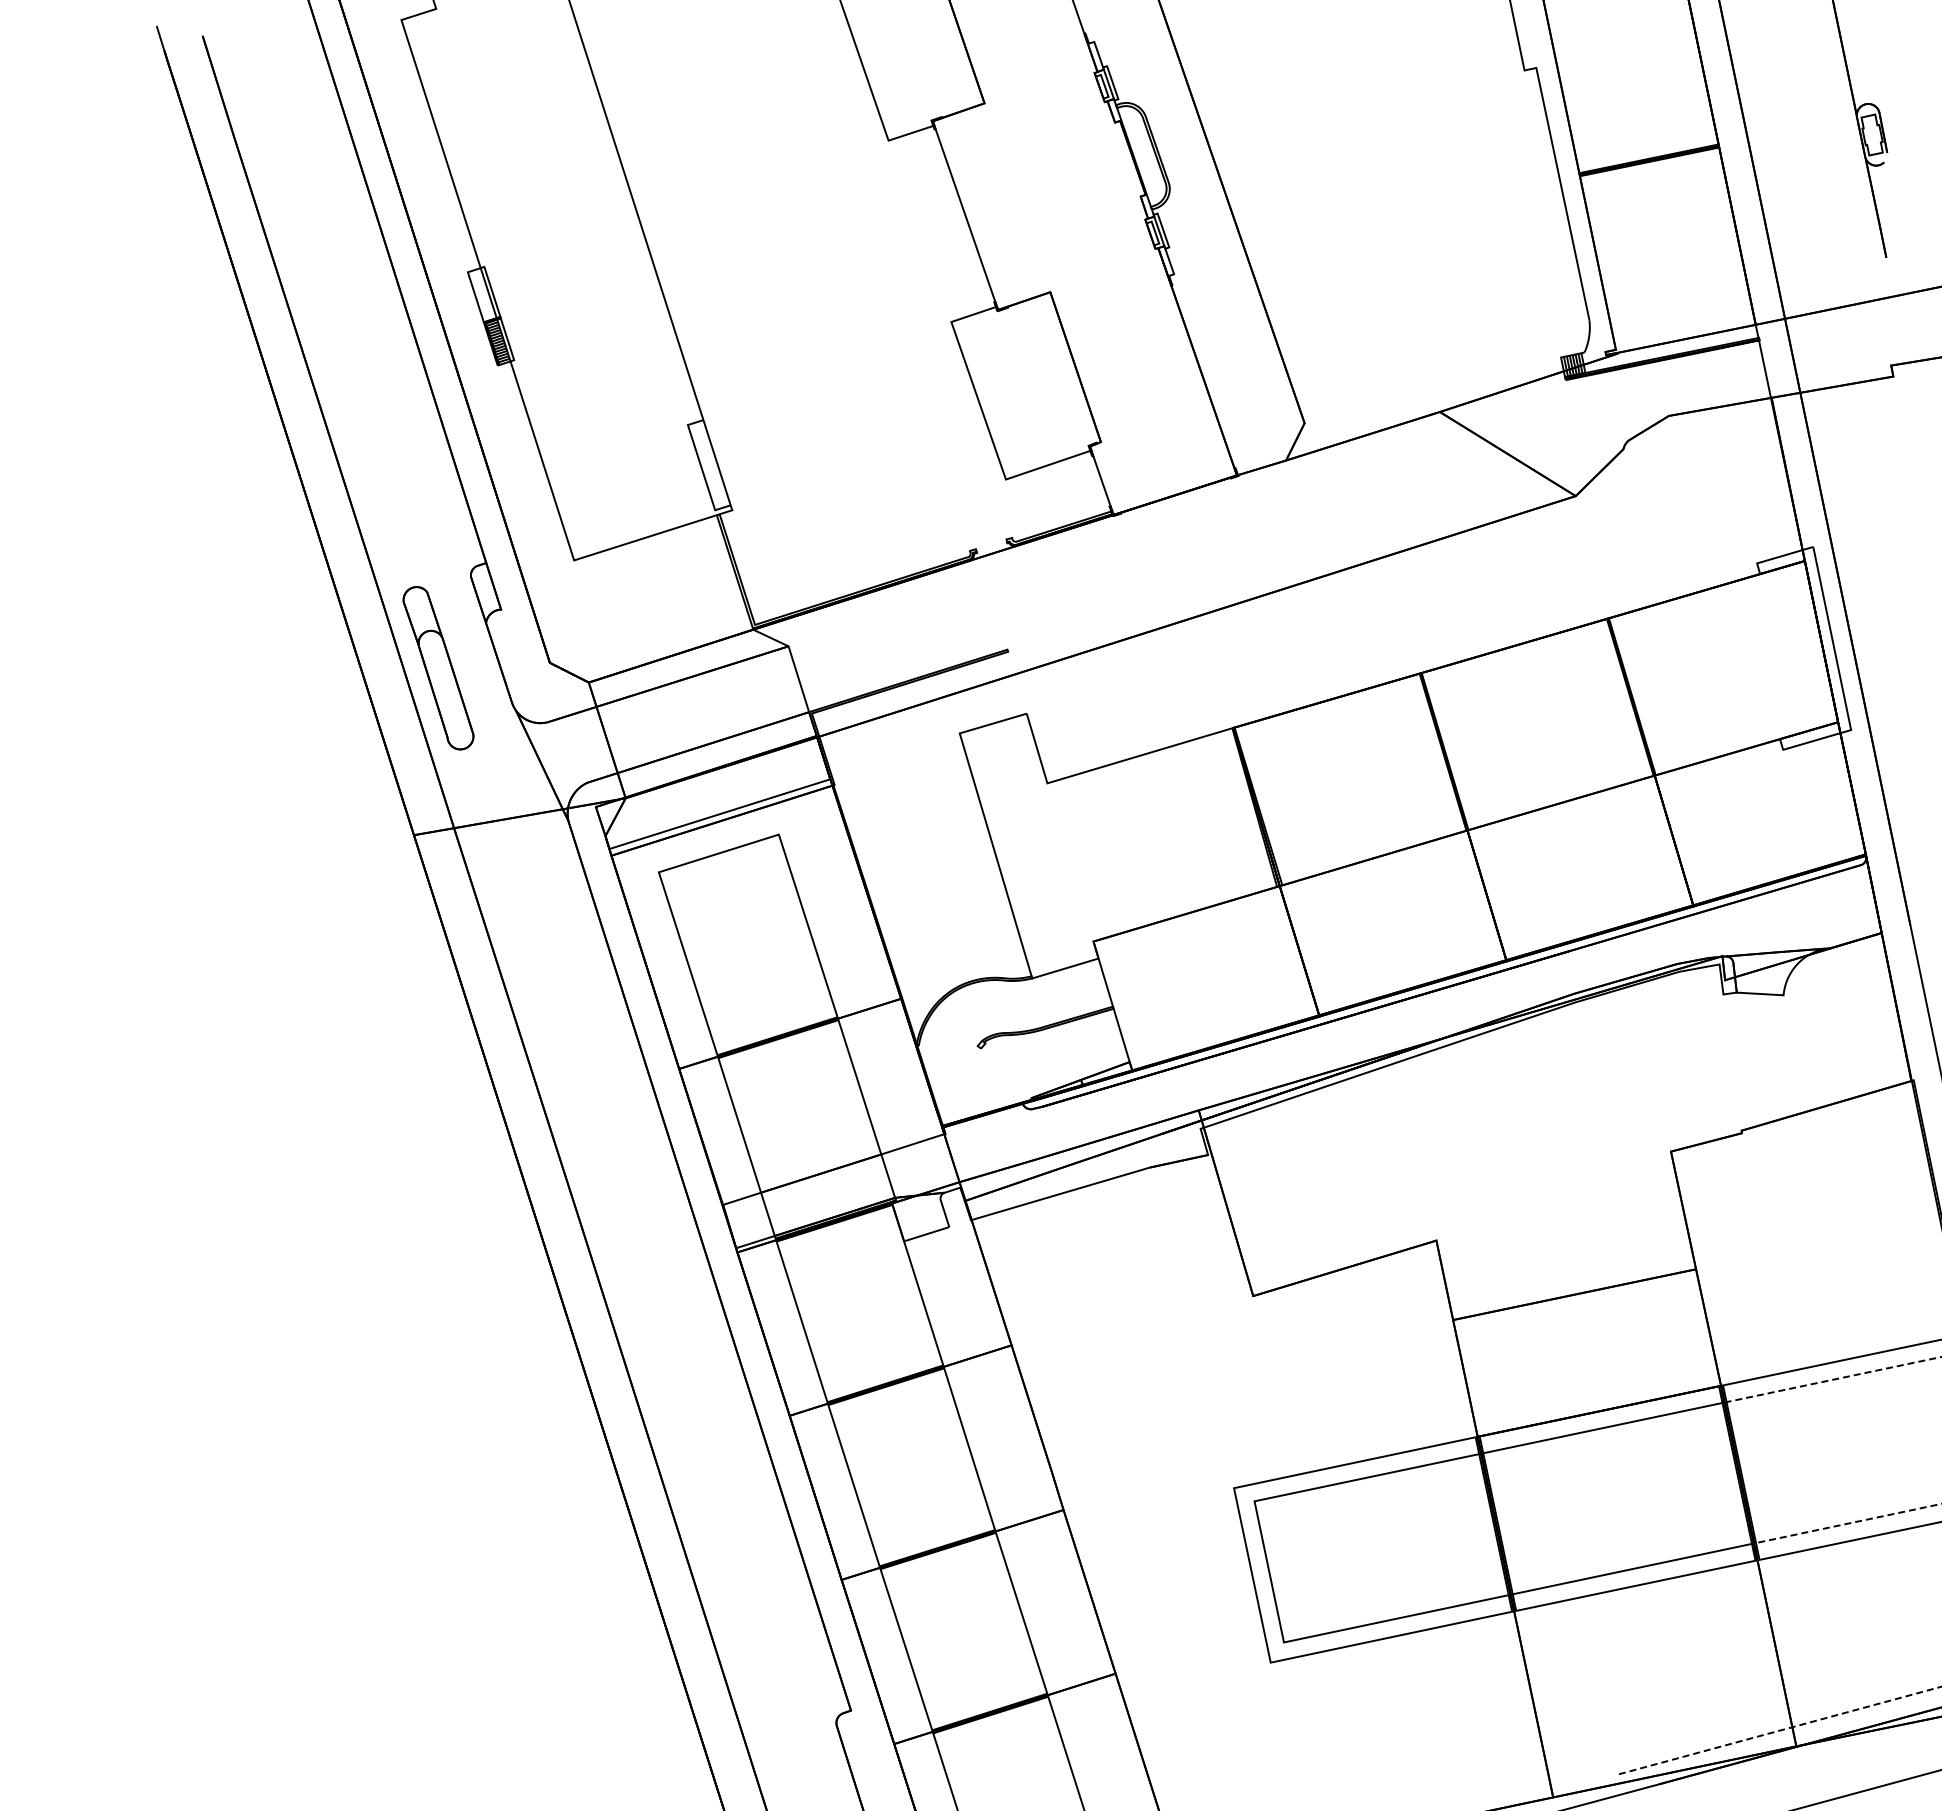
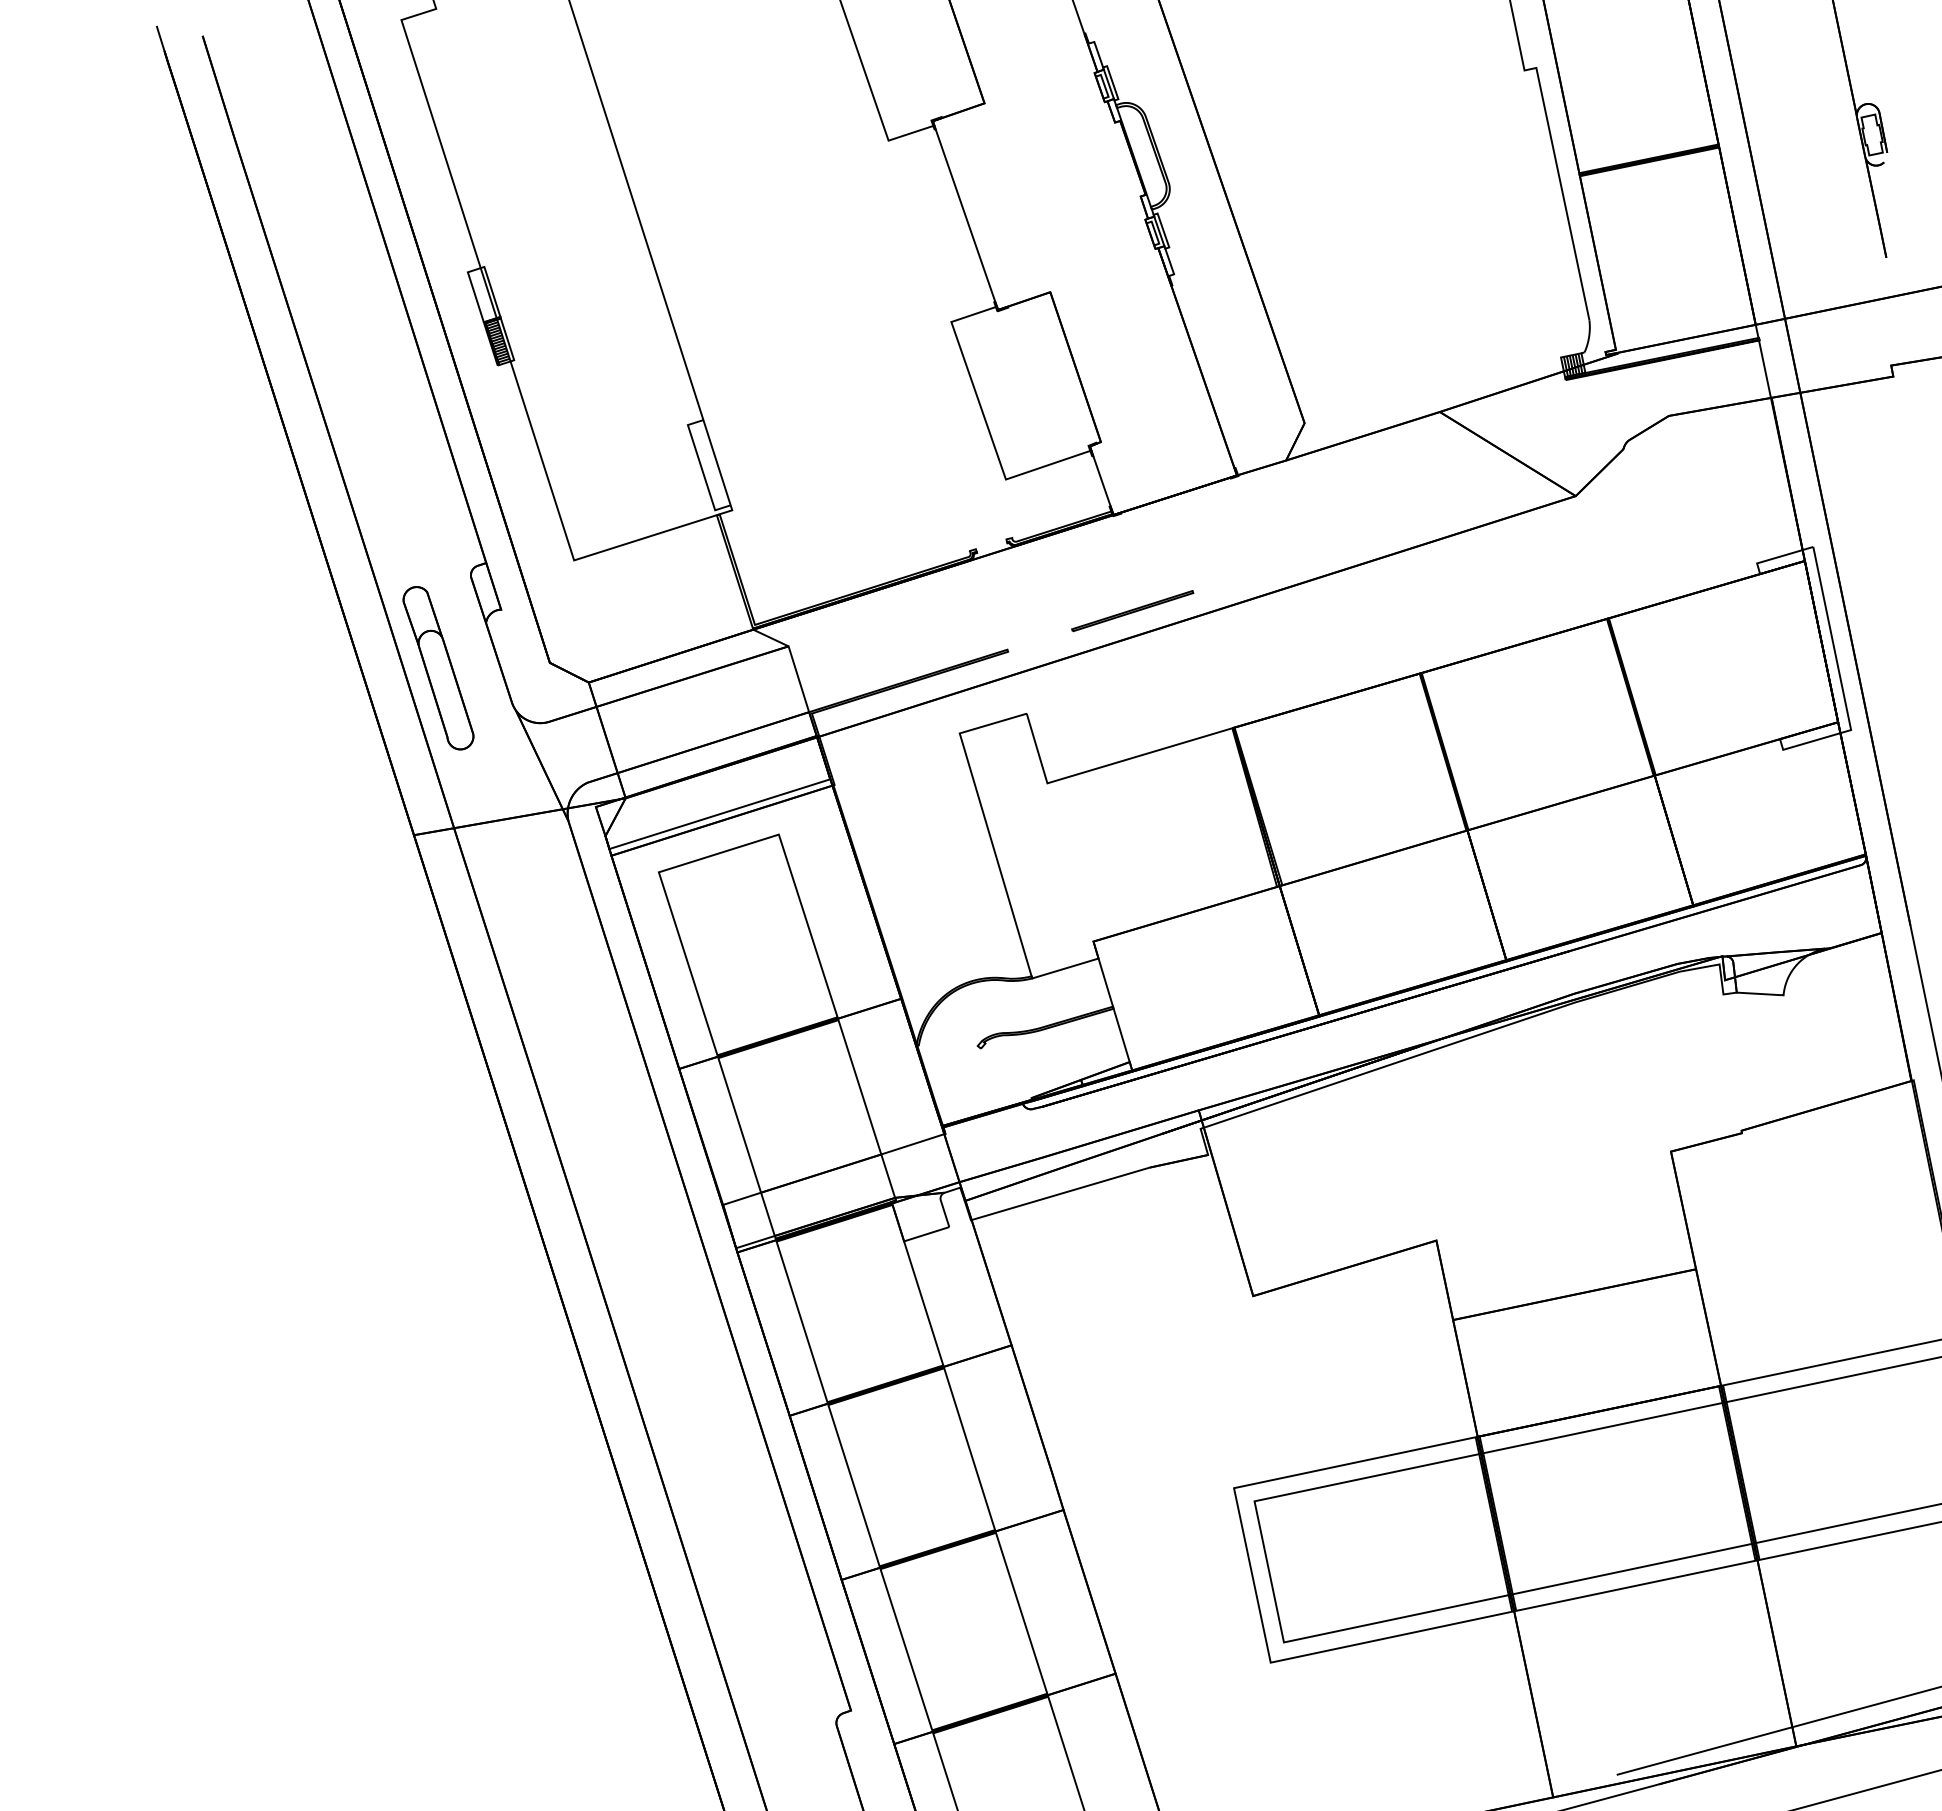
part at (1132, 611): none -> present
line at (1927, 1359): dashed -> solid
line at (1778, 1730): dashed -> solid
